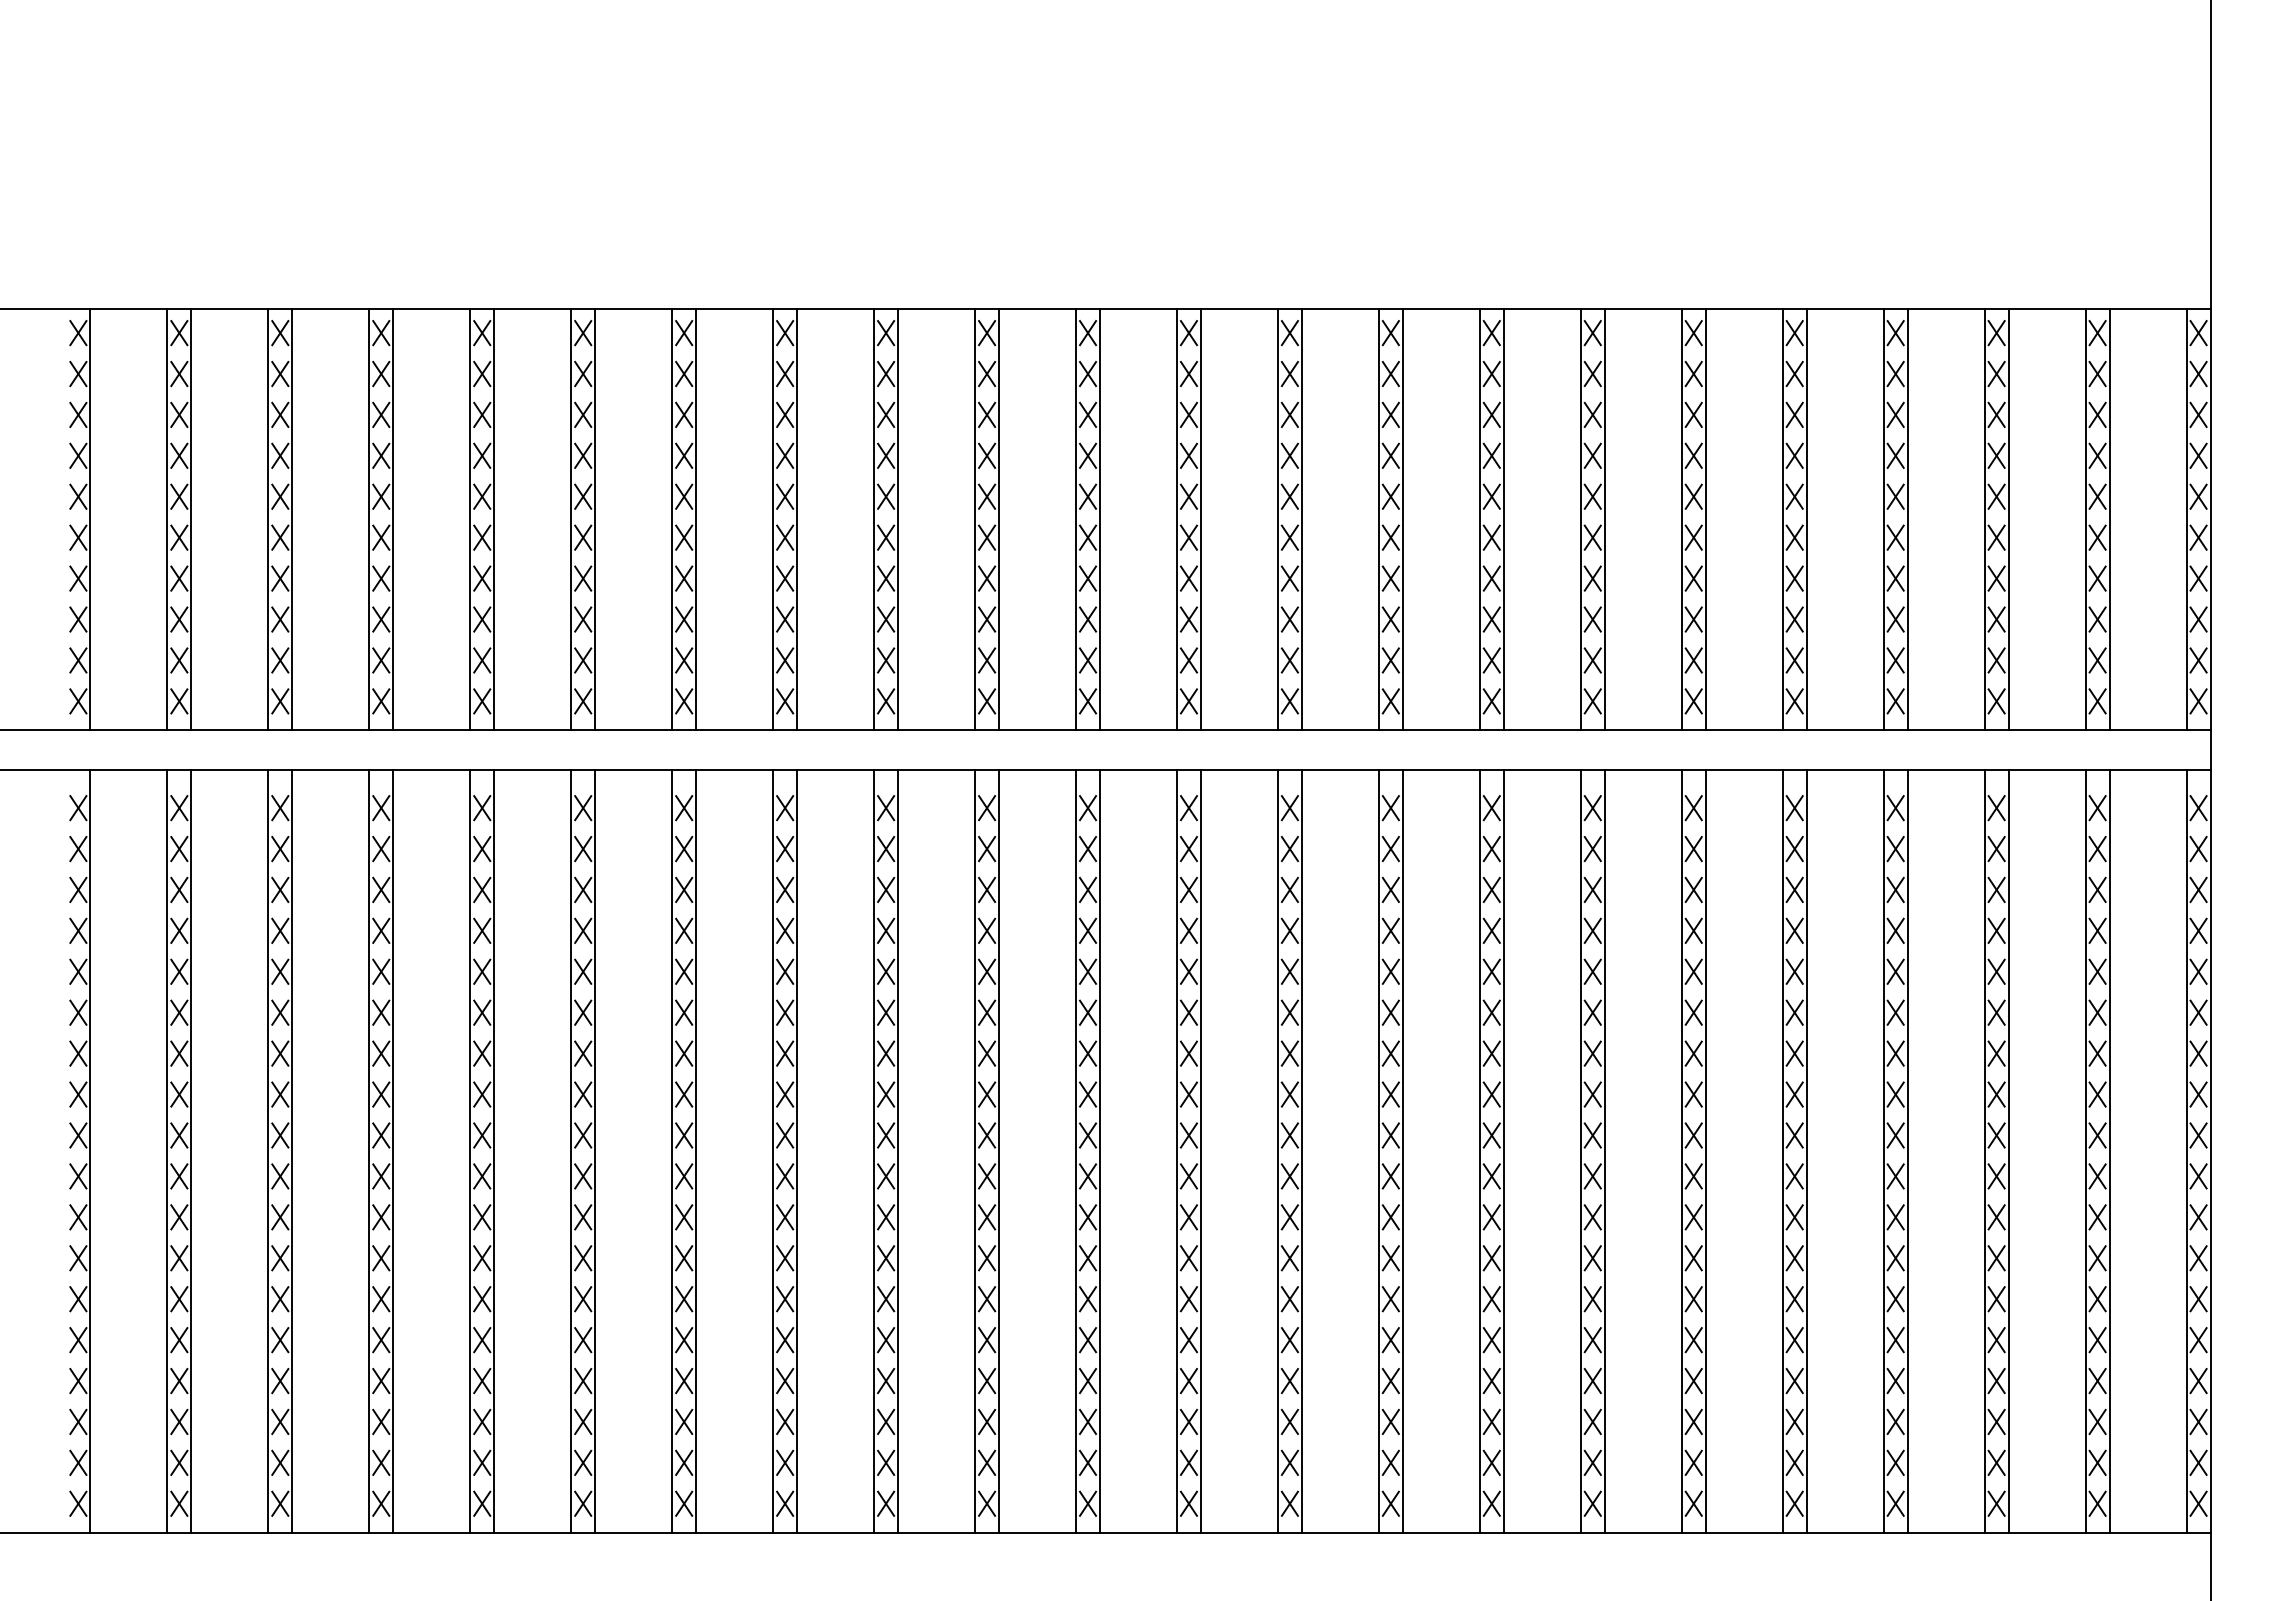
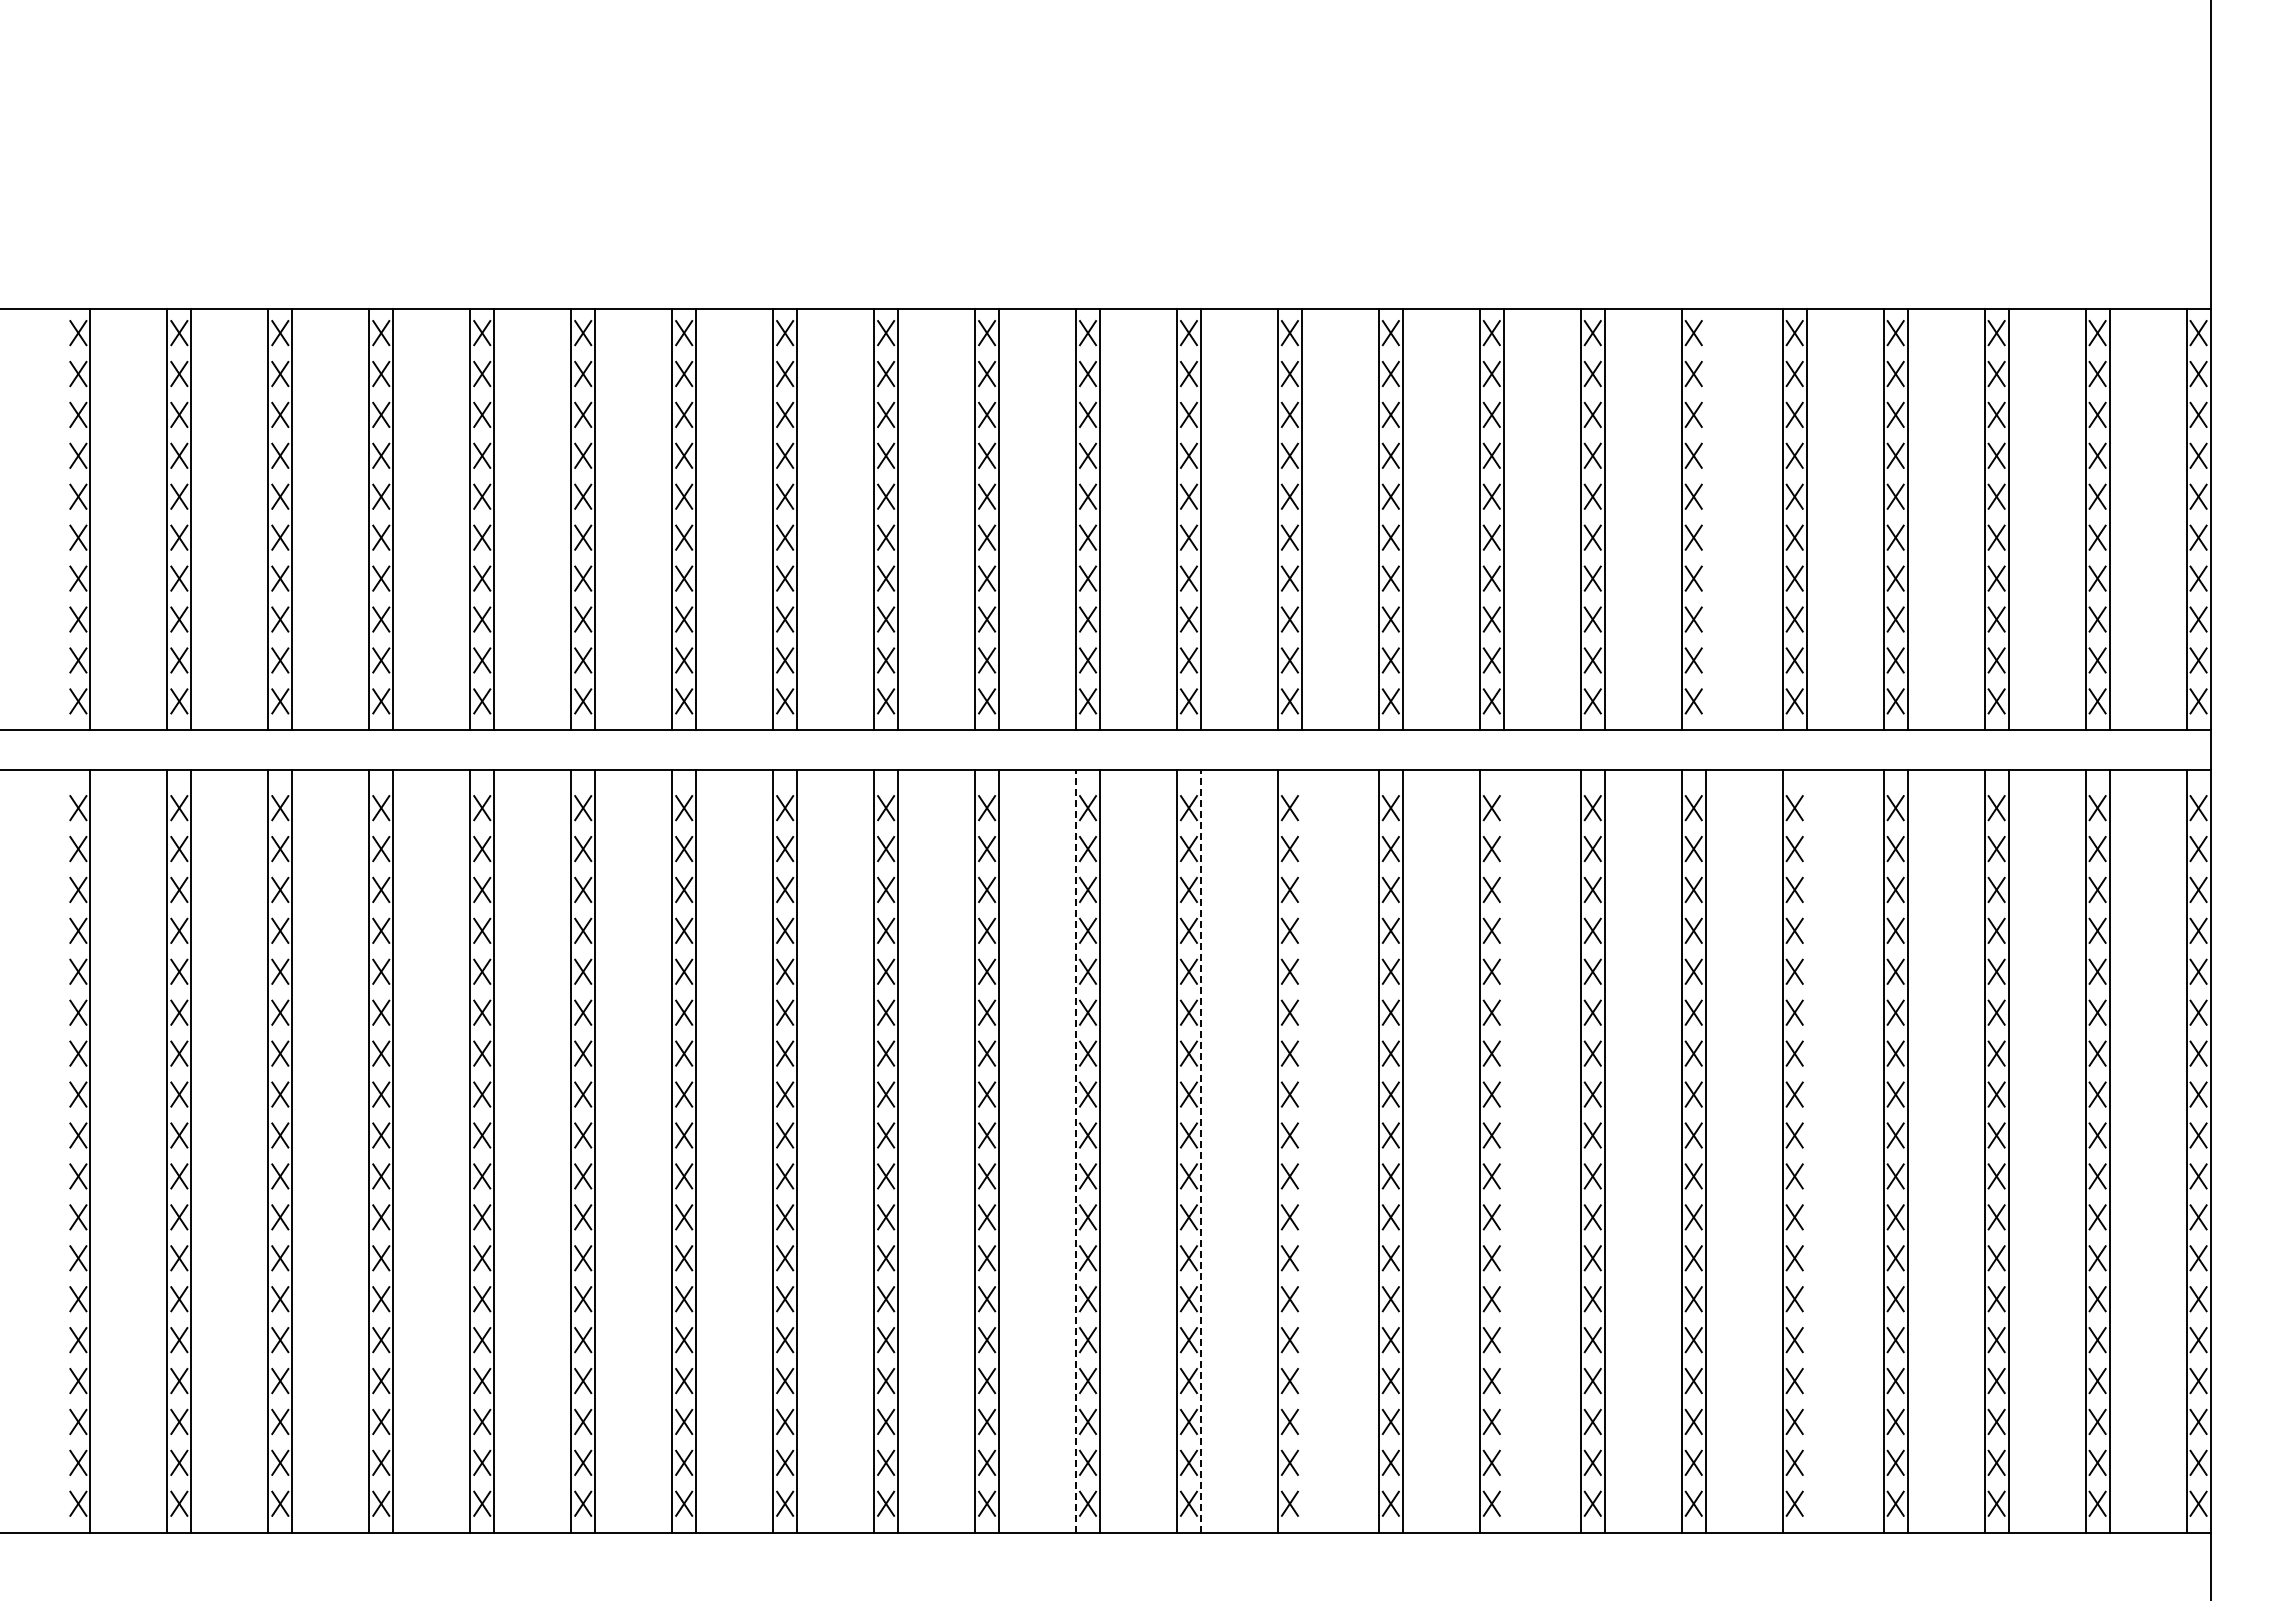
line at (1705, 519): present -> none
line at (1075, 1151): solid -> dashed
line at (1201, 1151): solid -> dashed
line at (1301, 1151): present -> none
line at (1503, 1151): present -> none
line at (1806, 1151): present -> none
